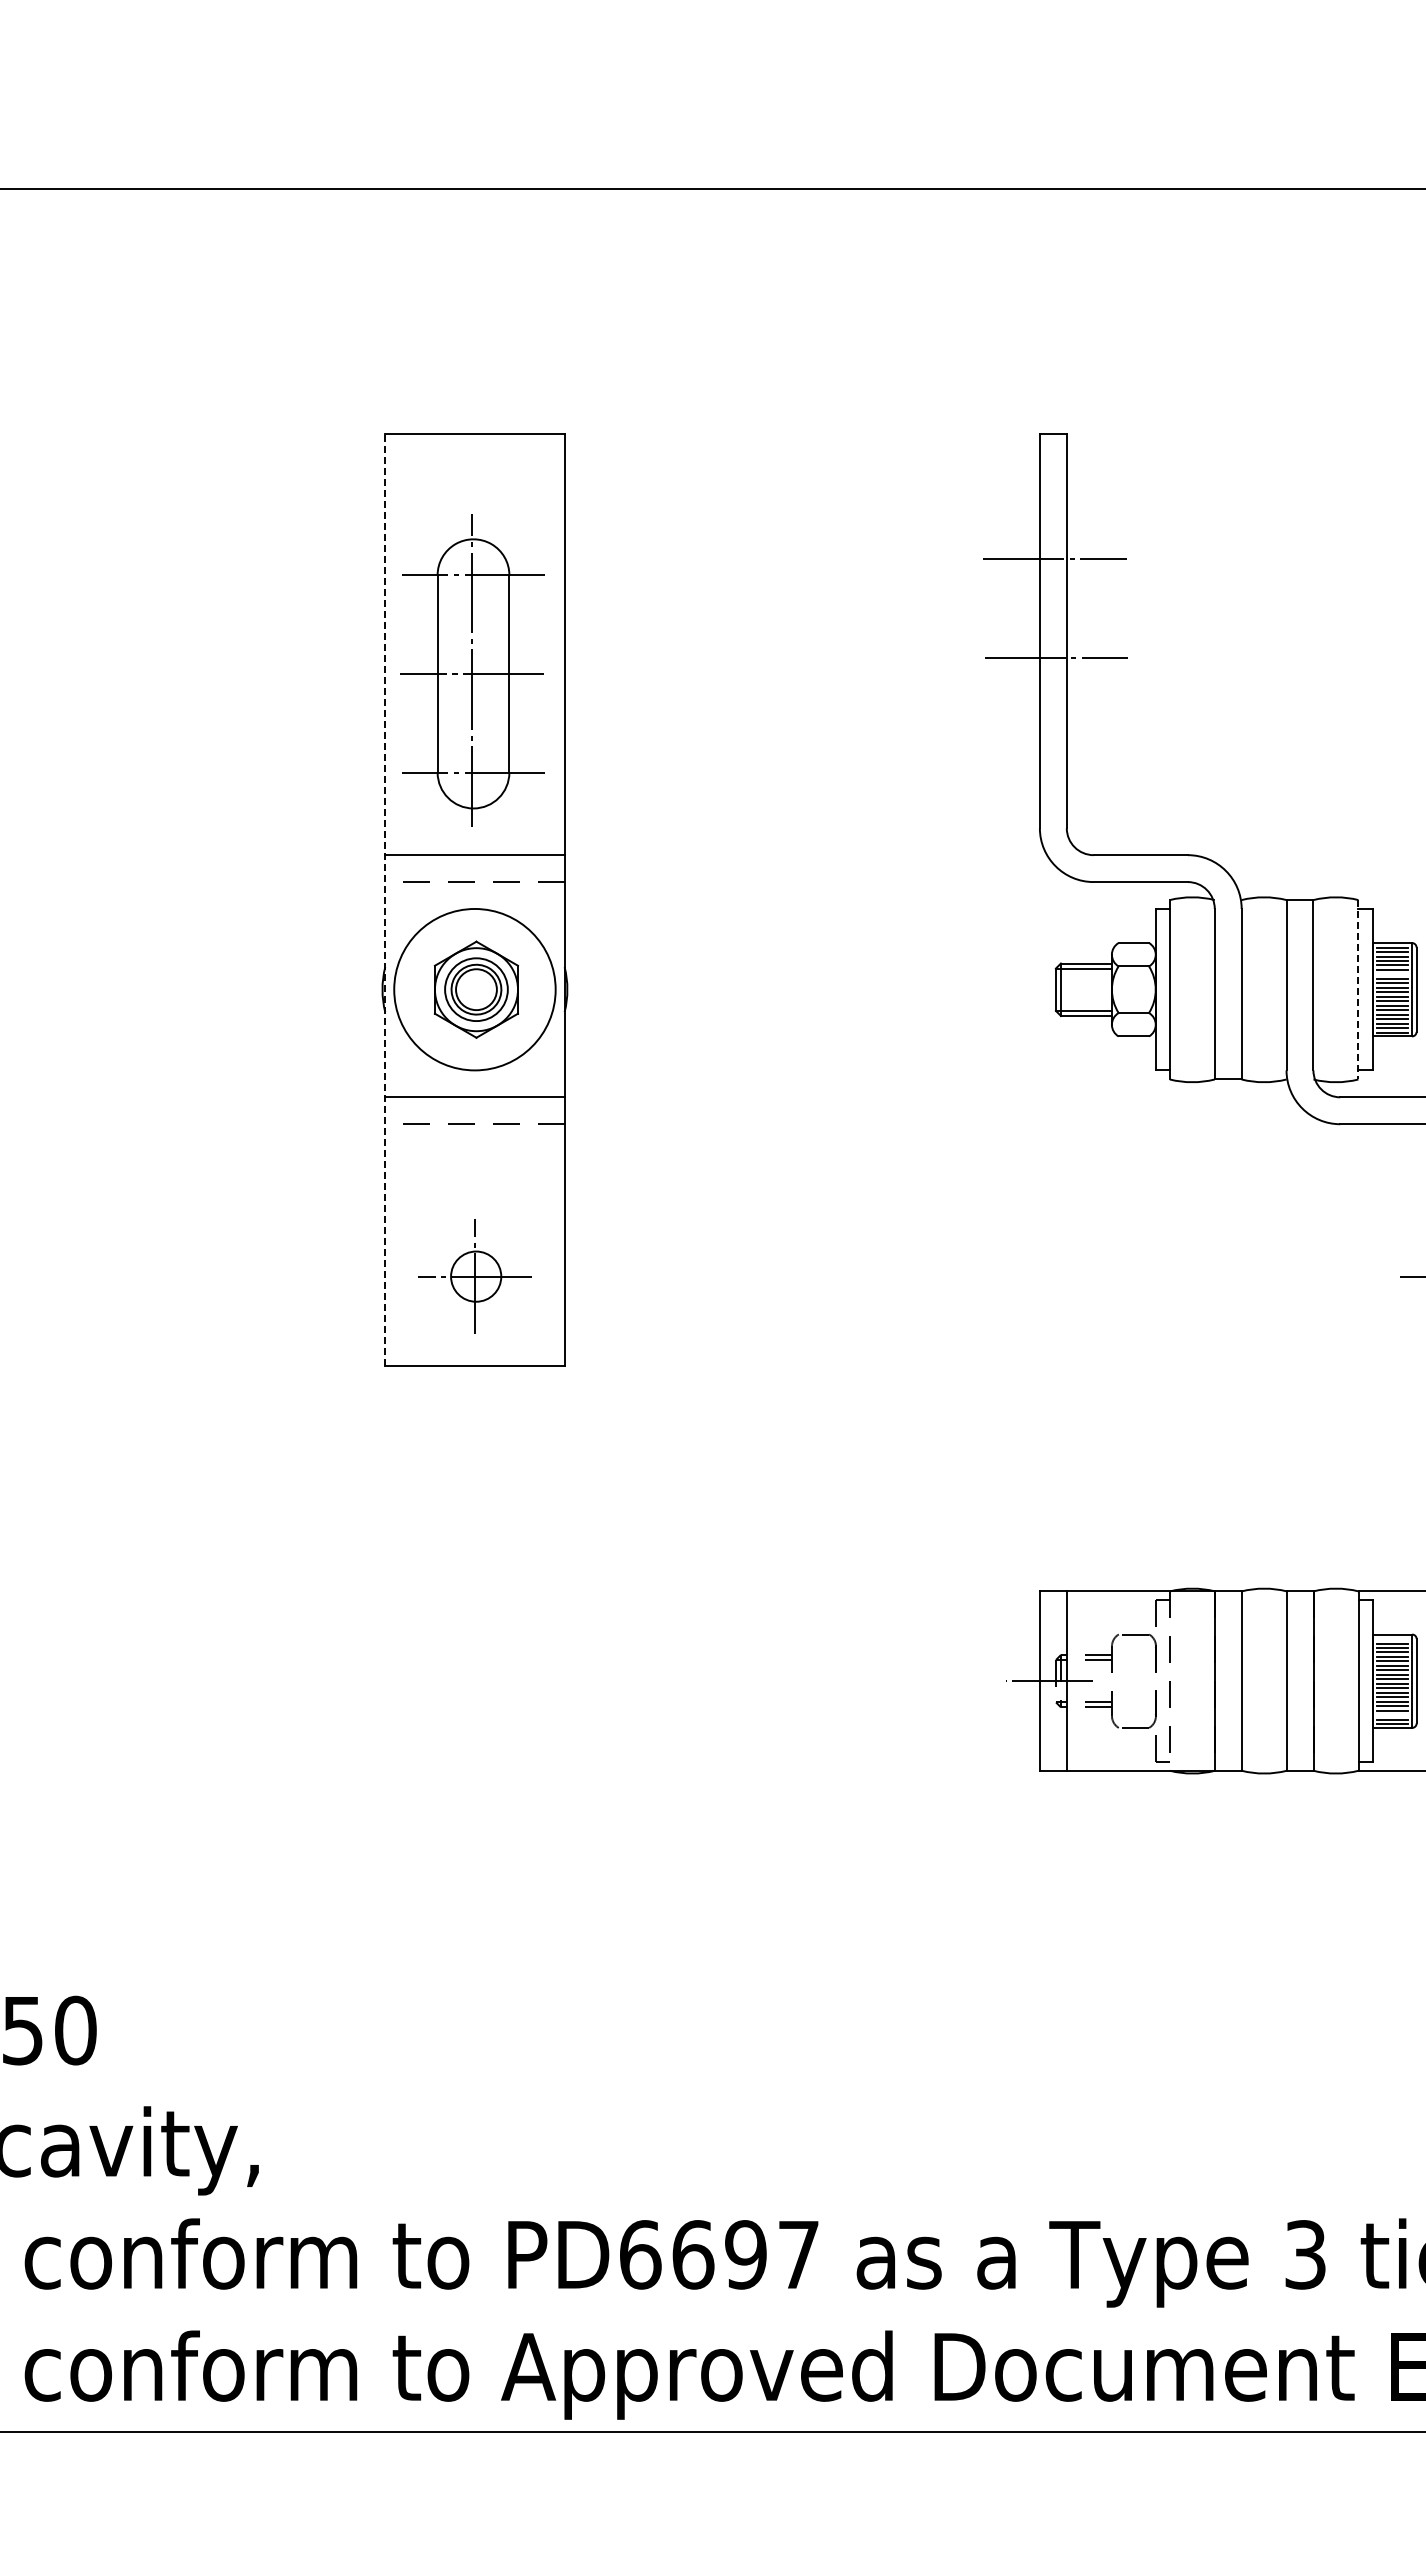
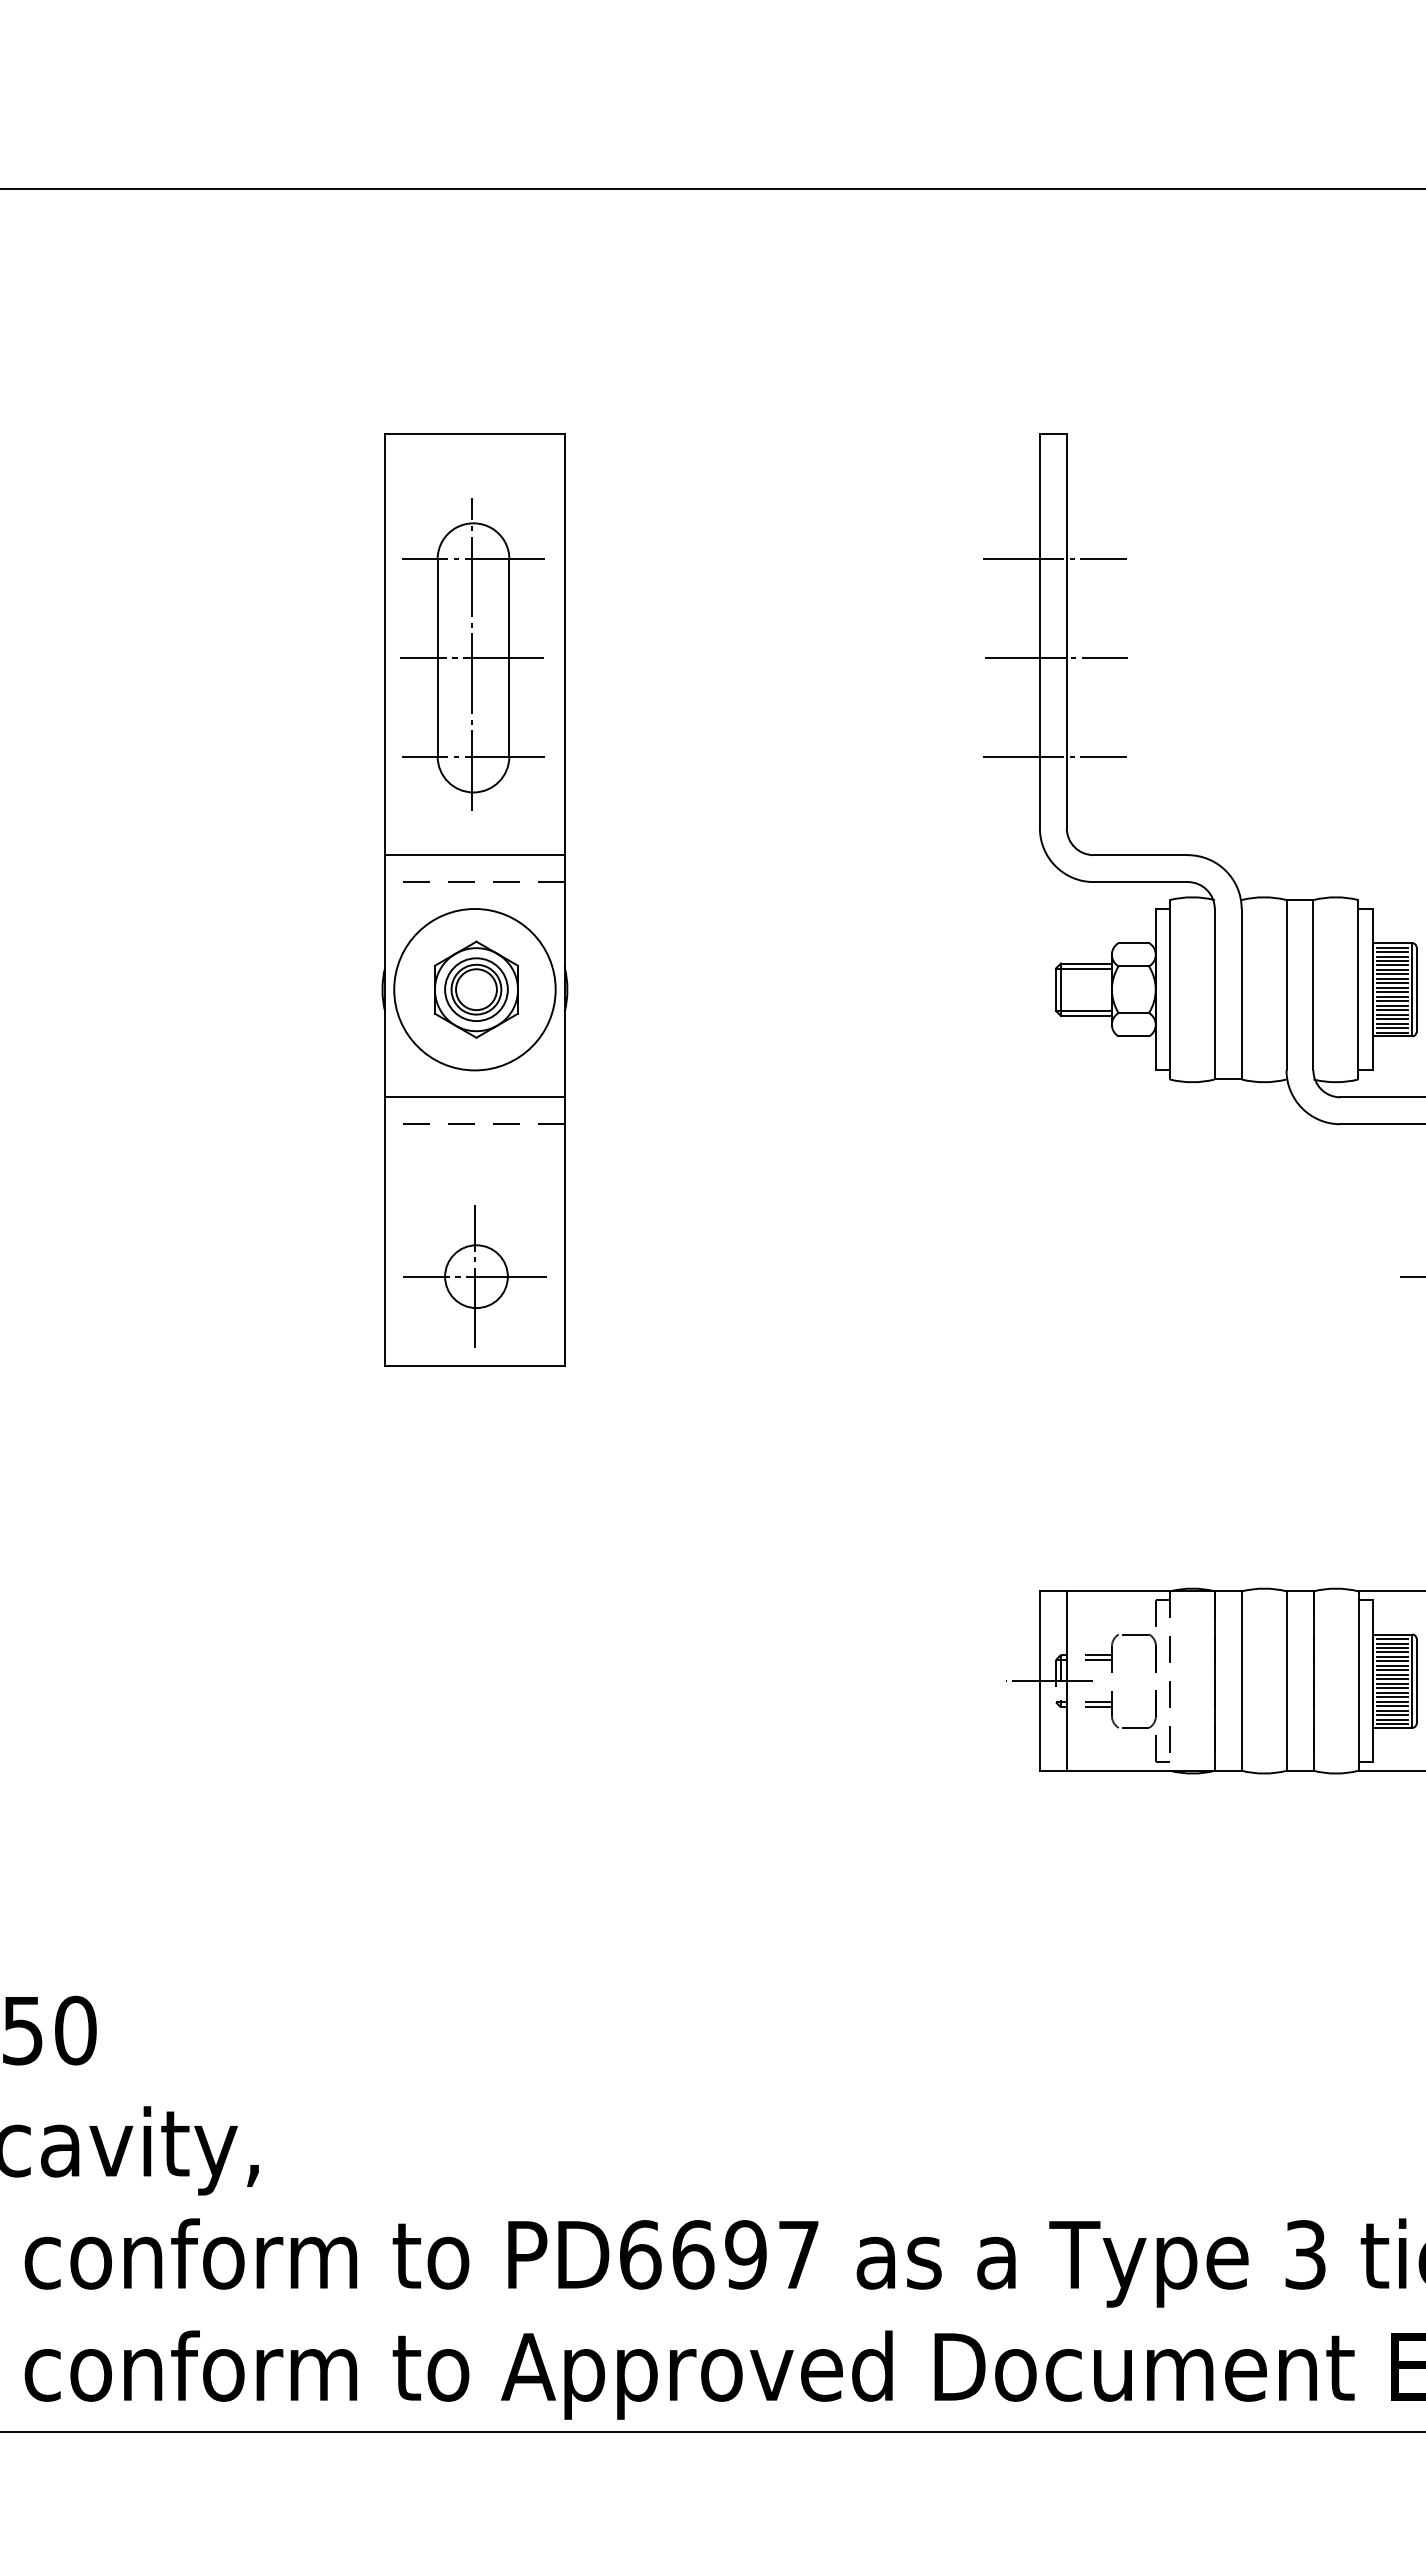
part at (472, 670) position: (472, 670) -> (472, 654)
line at (1054, 756): none -> present
line at (385, 899): dashed -> solid
line at (1392, 974): none -> present
line at (1358, 989): dashed -> solid
part at (474, 1276) size: 114x115 px -> 144x143 px
line at (1392, 1639): none -> present
line at (1392, 1715): none -> present
